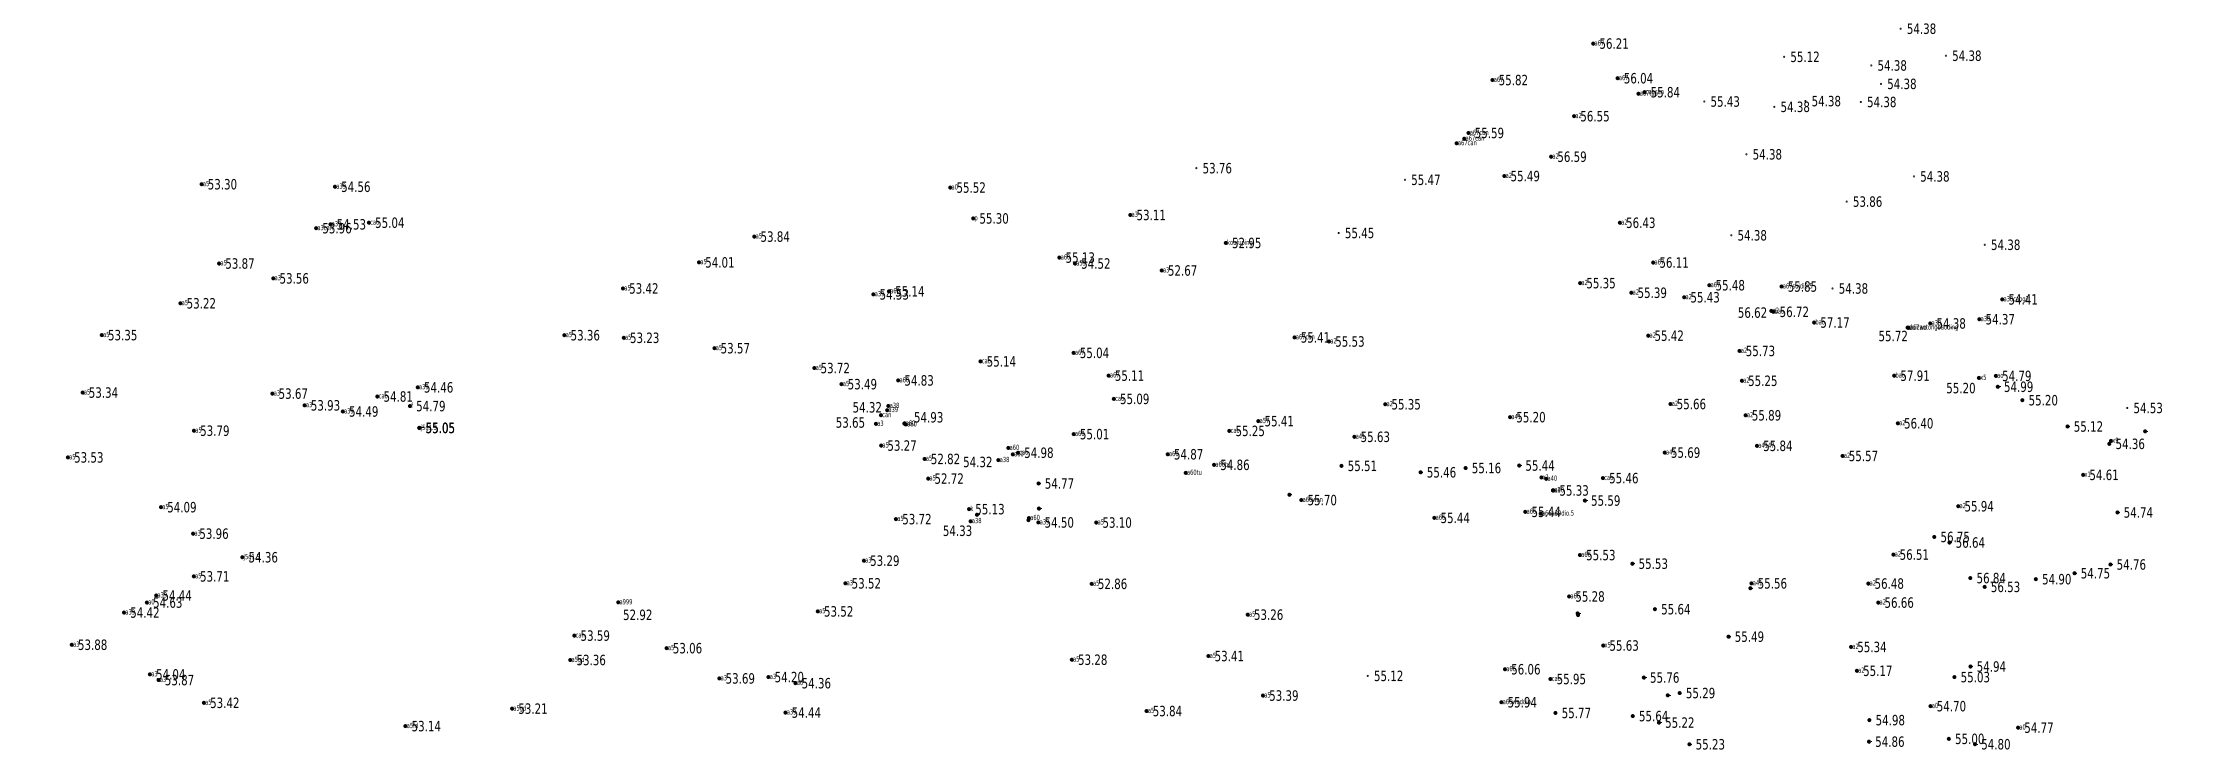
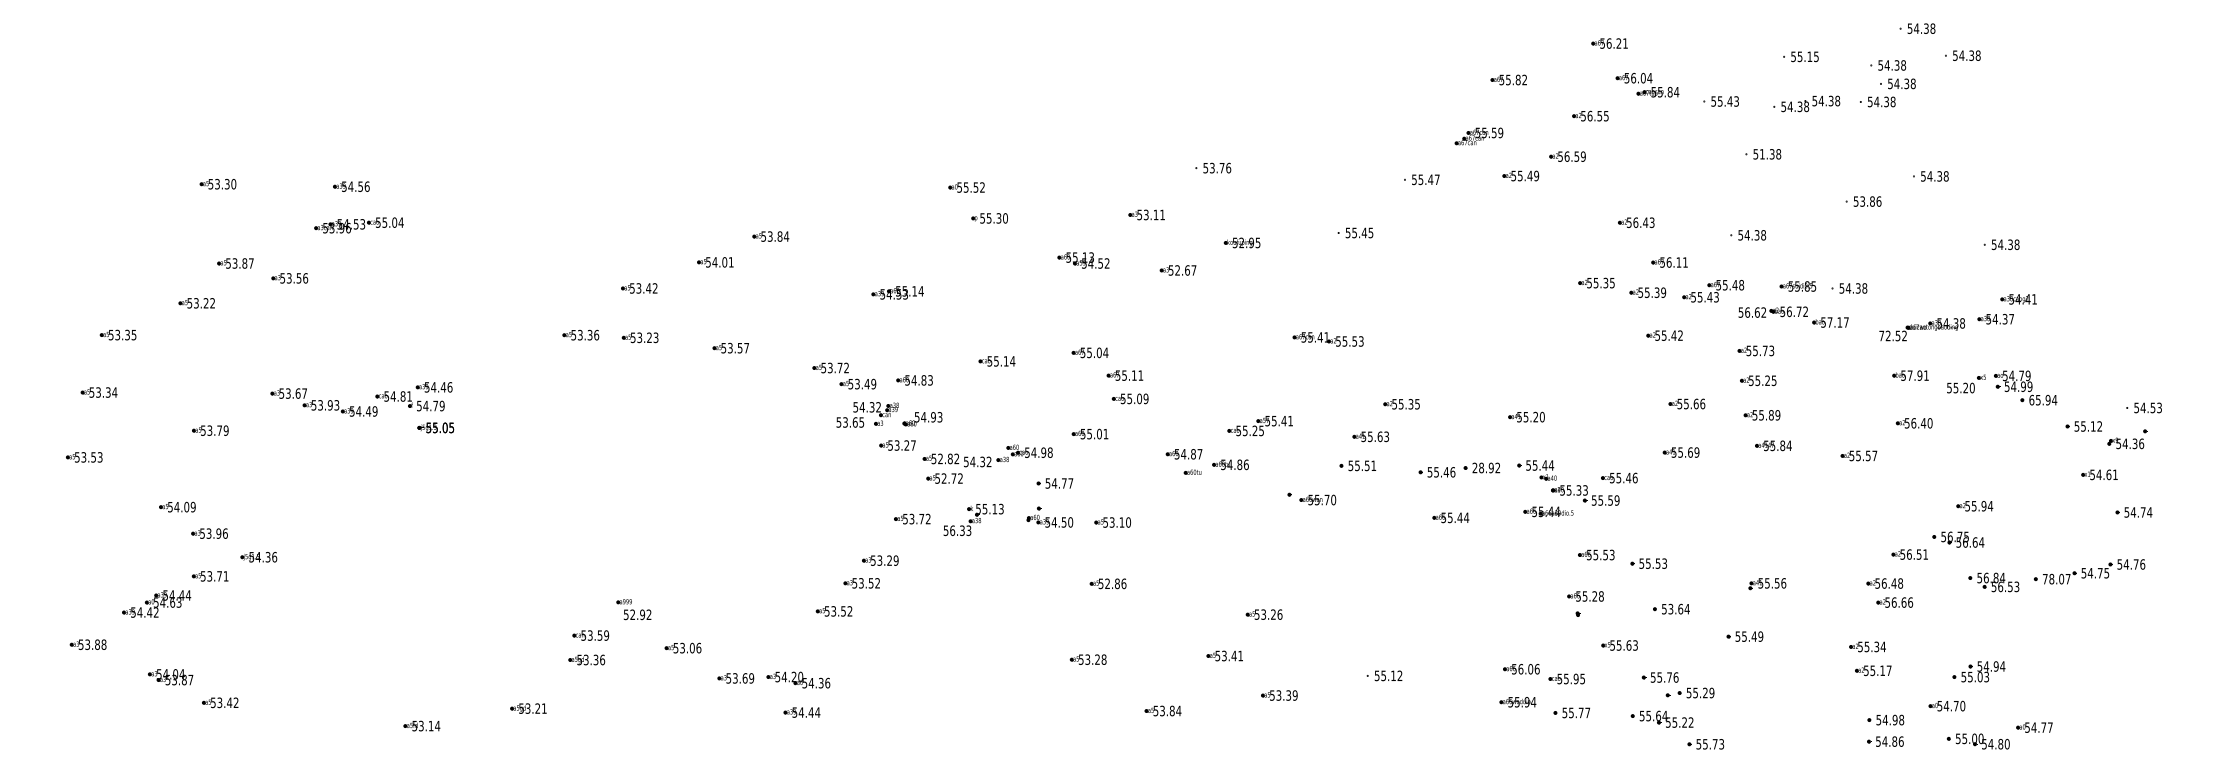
text at (1816, 56): 55.12 -> 55.15
text at (1762, 154): 54.38 -> 51.38
text at (1889, 335): 55.72 -> 72.52
text at (2043, 399): 55.20 -> 65.94
text at (1486, 467): 55.16 -> 28.92
text at (952, 530): 54.33 -> 56.33
text at (2056, 578): 54.90 -> 78.07
text at (1670, 608): 55.64 -> 53.64
text at (1714, 744): 55.23 -> 55.73
